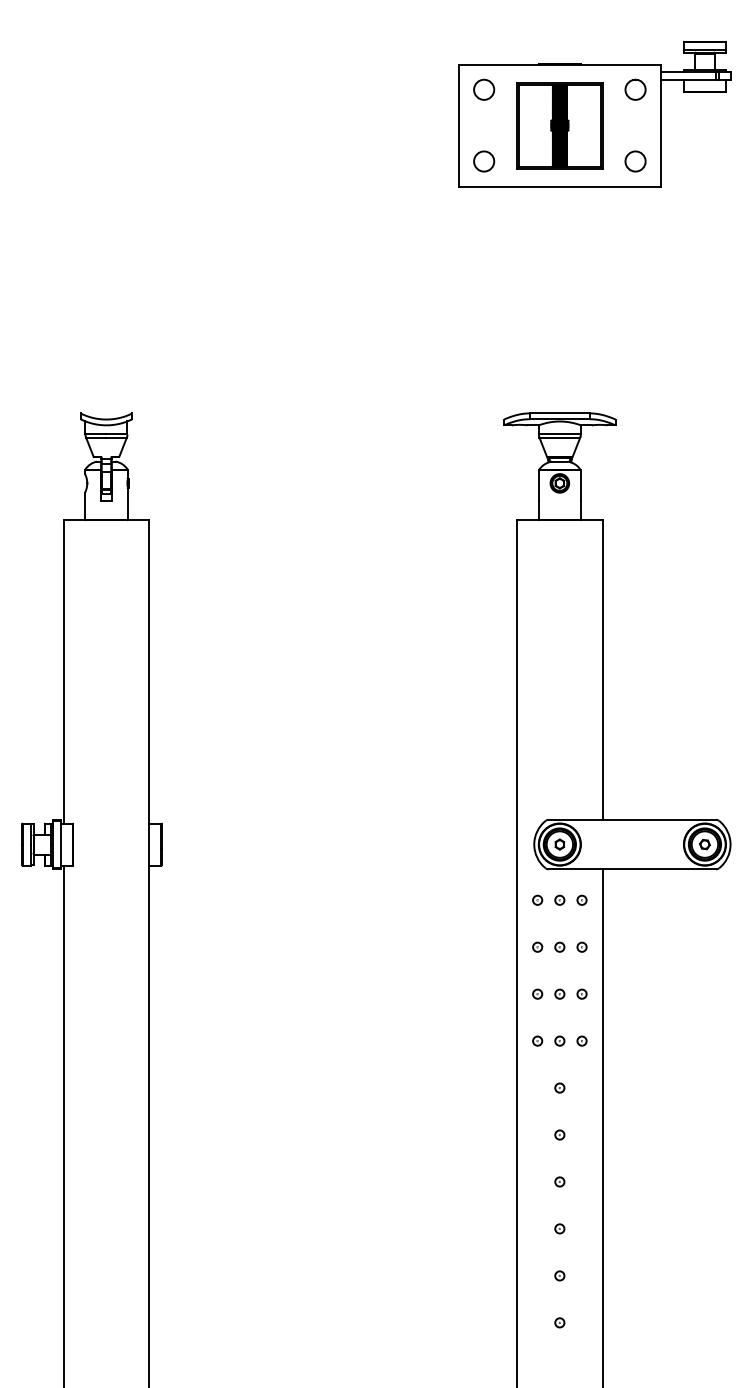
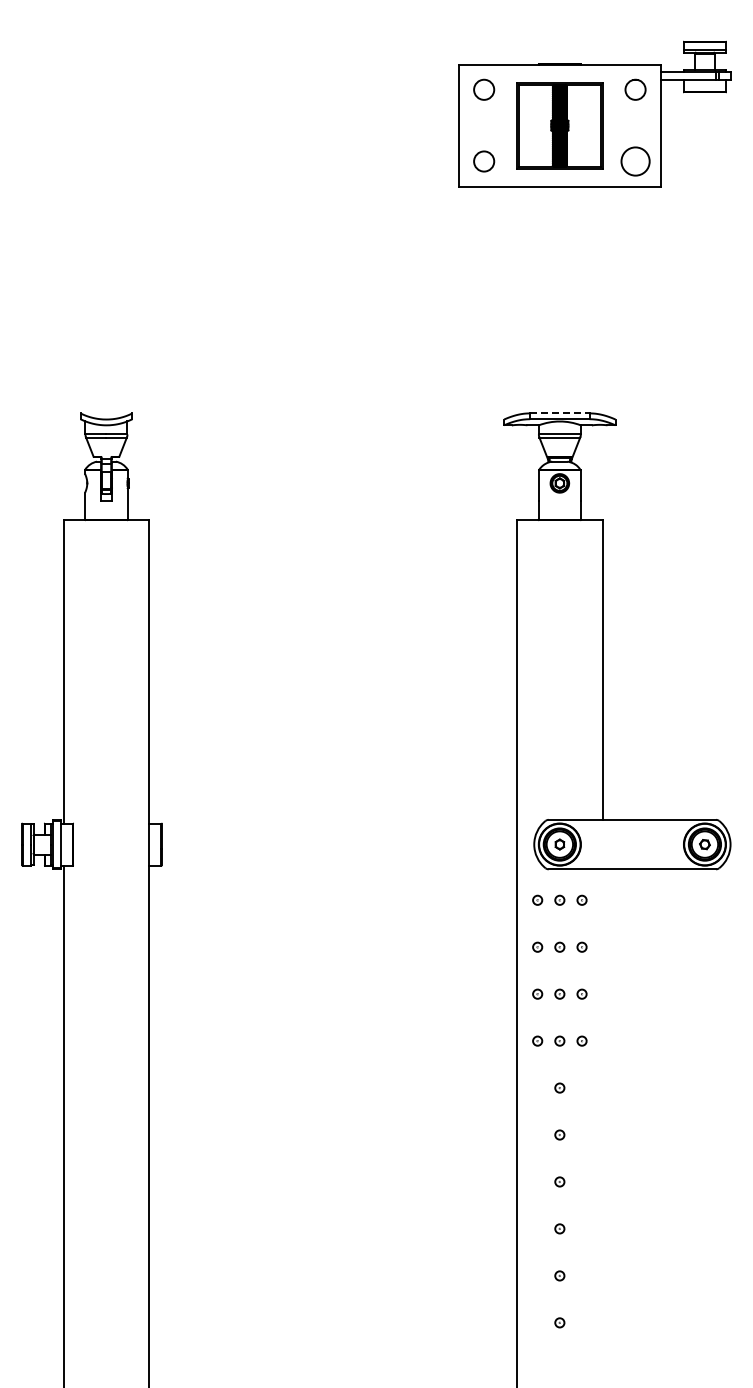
circle at (635, 161) size: 23x23 px -> 31x31 px
line at (559, 413): solid -> dashed
line at (602, 1126): present -> none
